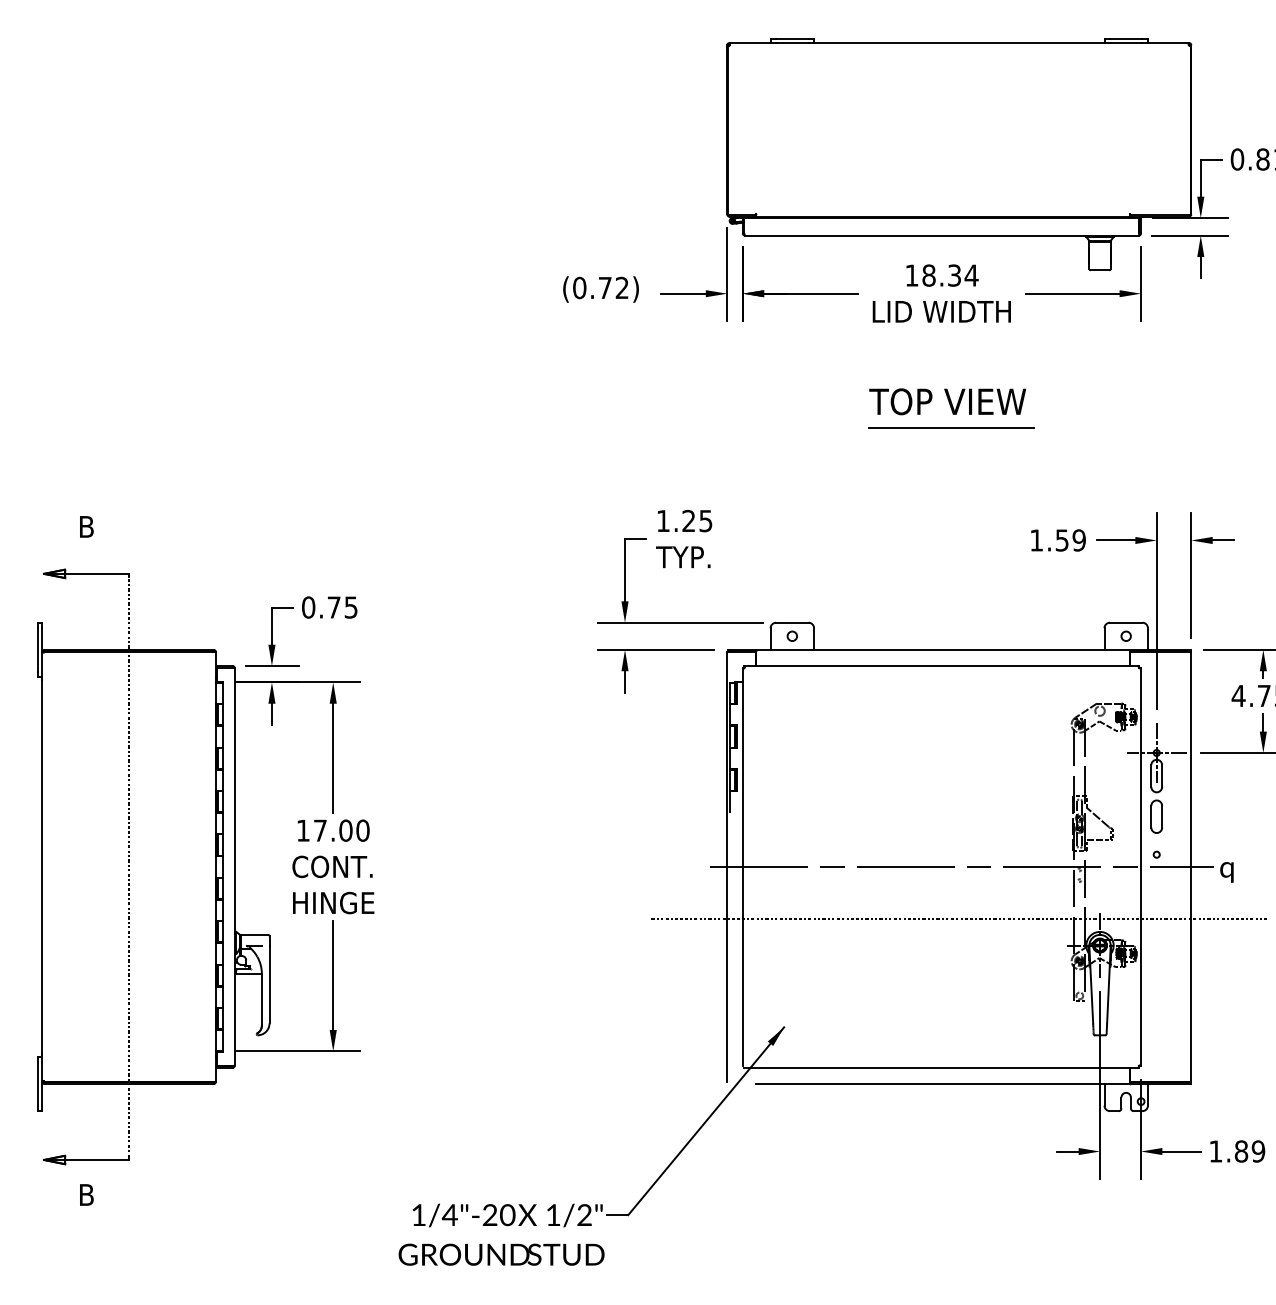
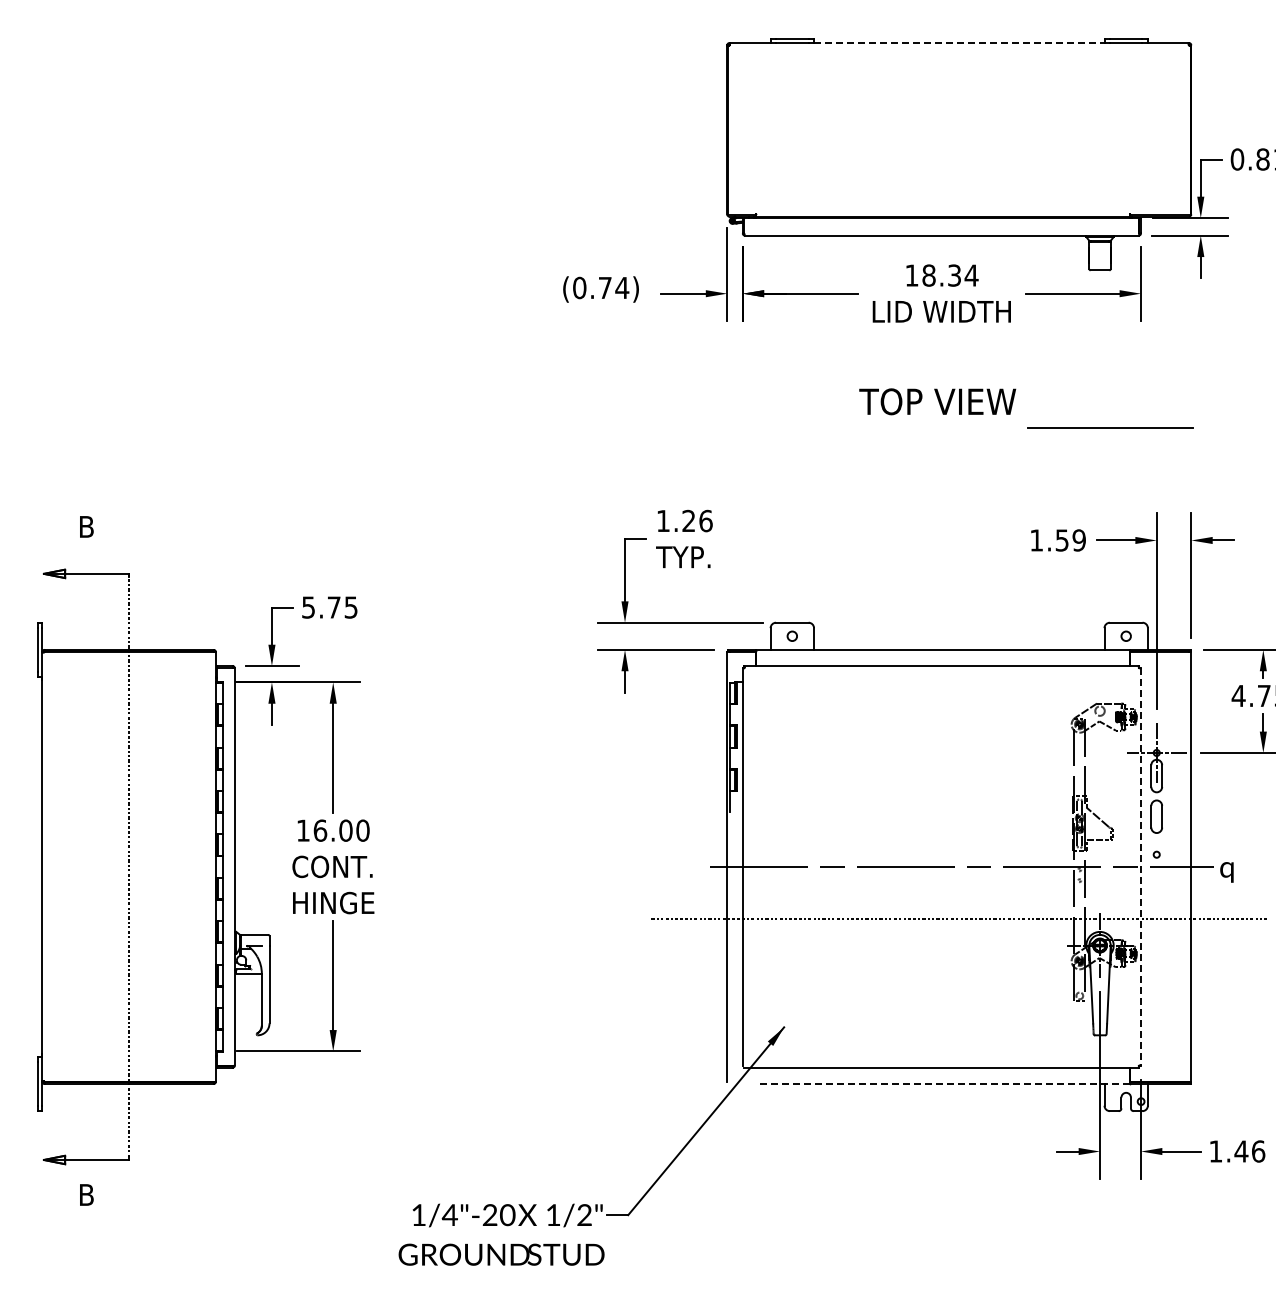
line at (959, 43): solid -> dashed
text at (622, 287): (0.72) -> (0.74)
text at (947, 401) position: (947, 401) -> (937, 401)
line at (951, 427) position: (951, 427) -> (1110, 427)
text at (705, 520): 1.25 -> 1.26
text at (308, 607): 0.75 -> 5.75
text at (320, 830): 17.00 -> 16.00
line at (1140, 867): solid -> dashed
line at (942, 1084): solid -> dashed
text at (1249, 1151): 1.89 -> 1.46
